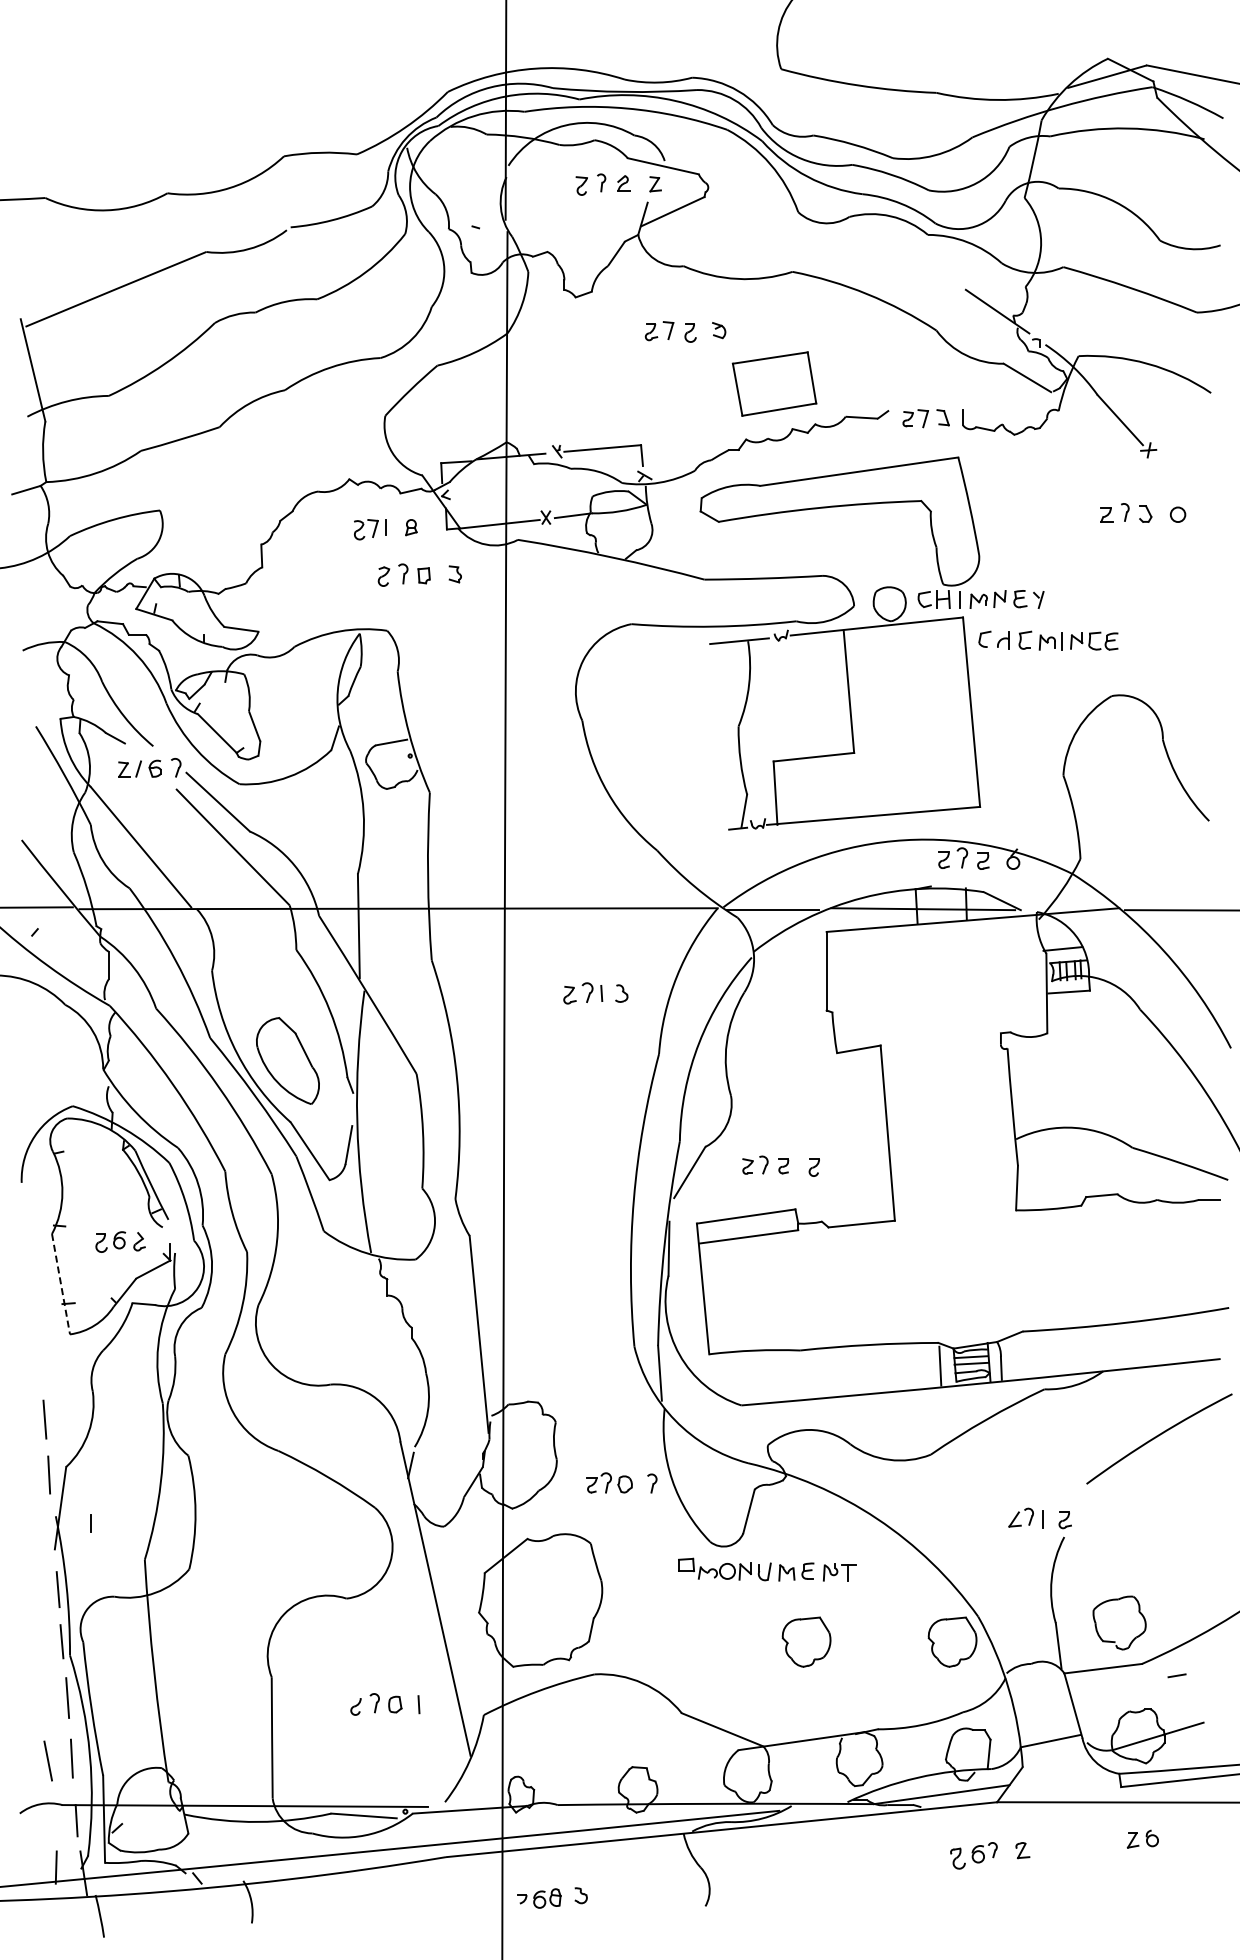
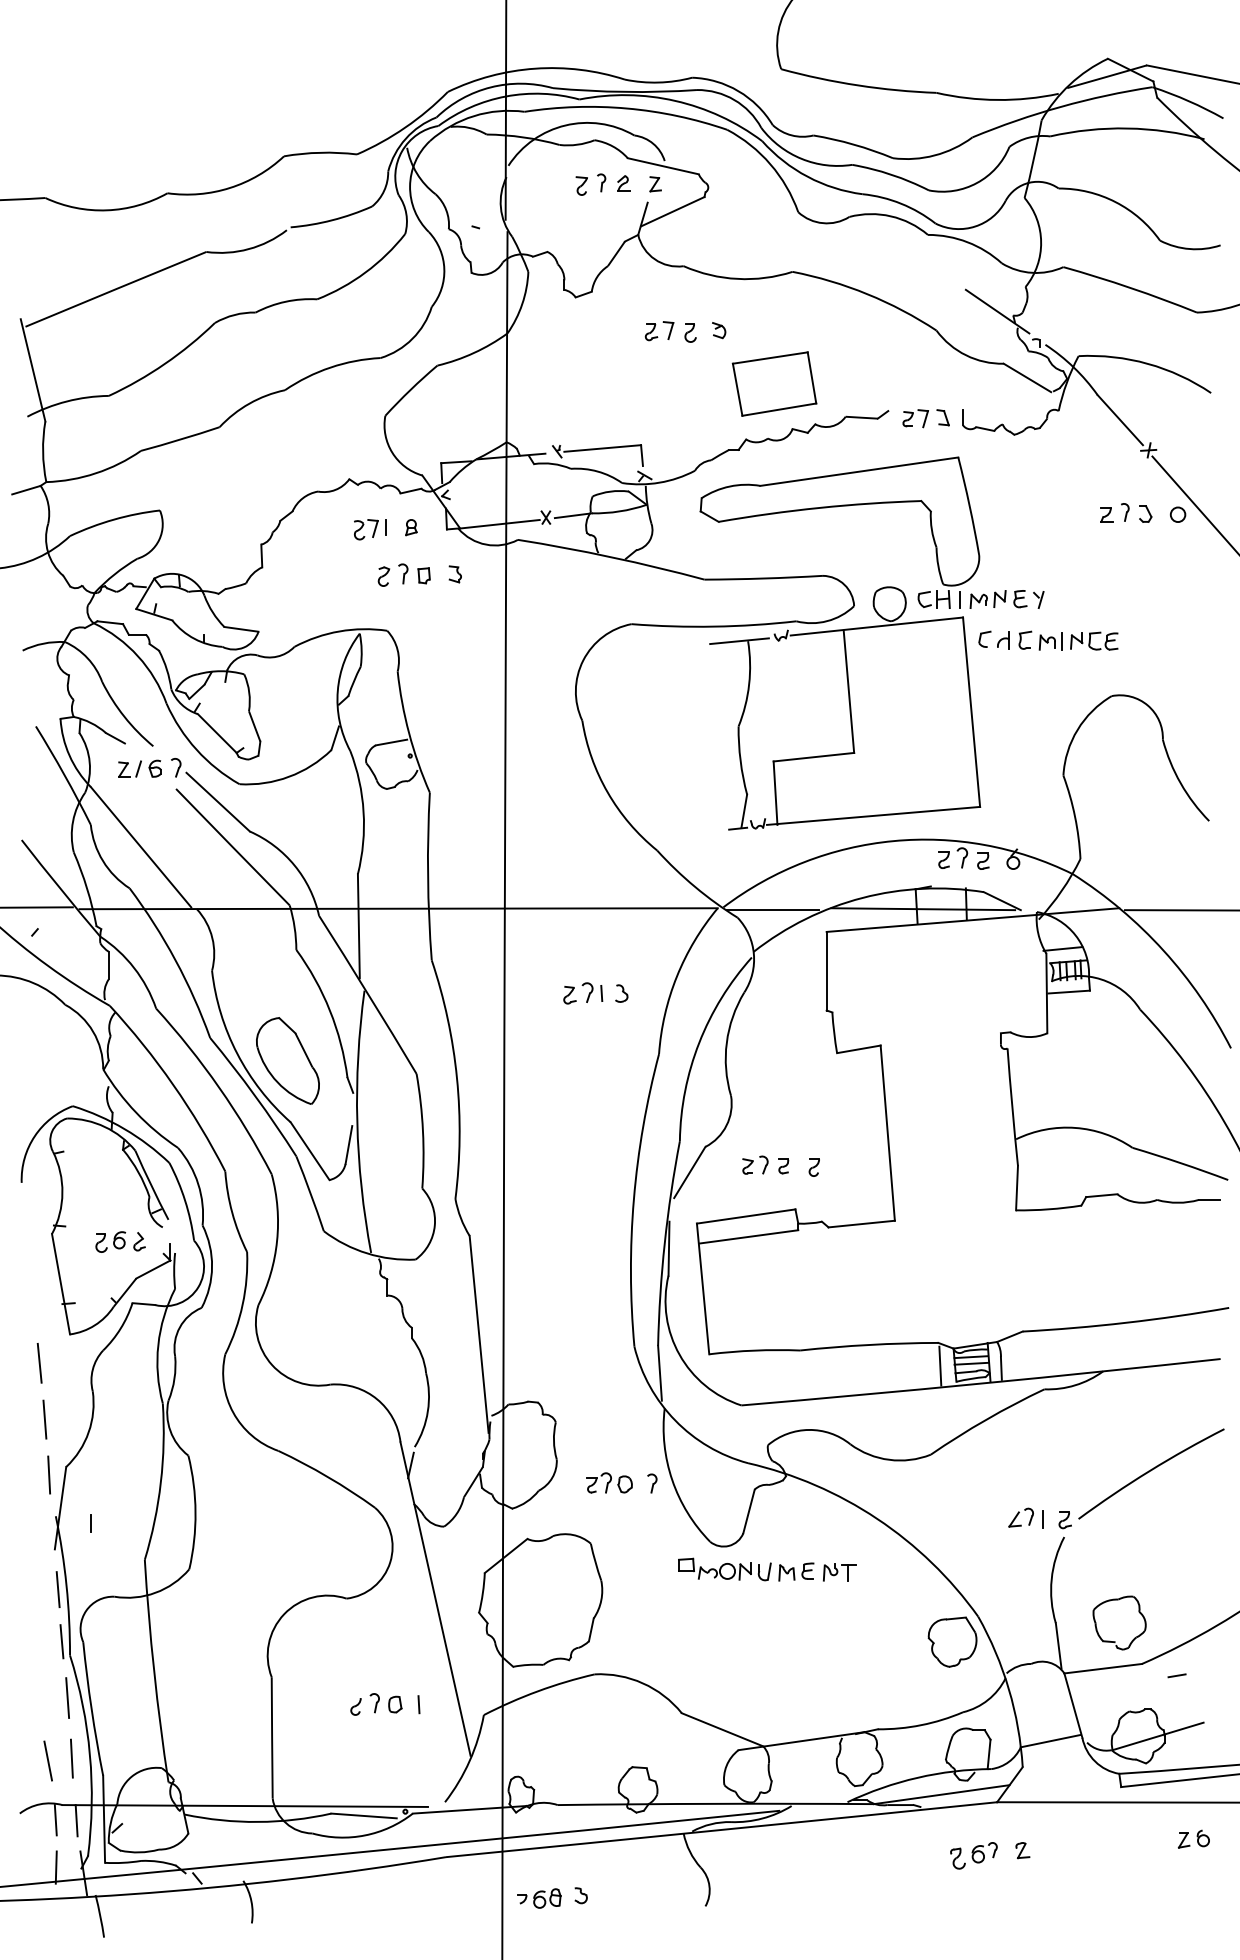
line at (1194, 503): none -> present
line at (61, 1284): dashed -> solid
line at (39, 1362): none -> present
arc at (1159, 1436) position: (1159, 1436) -> (1151, 1471)
part at (806, 1641): present -> none
line at (55, 1820): none -> present
part at (1142, 1838) position: (1142, 1838) -> (1193, 1838)
